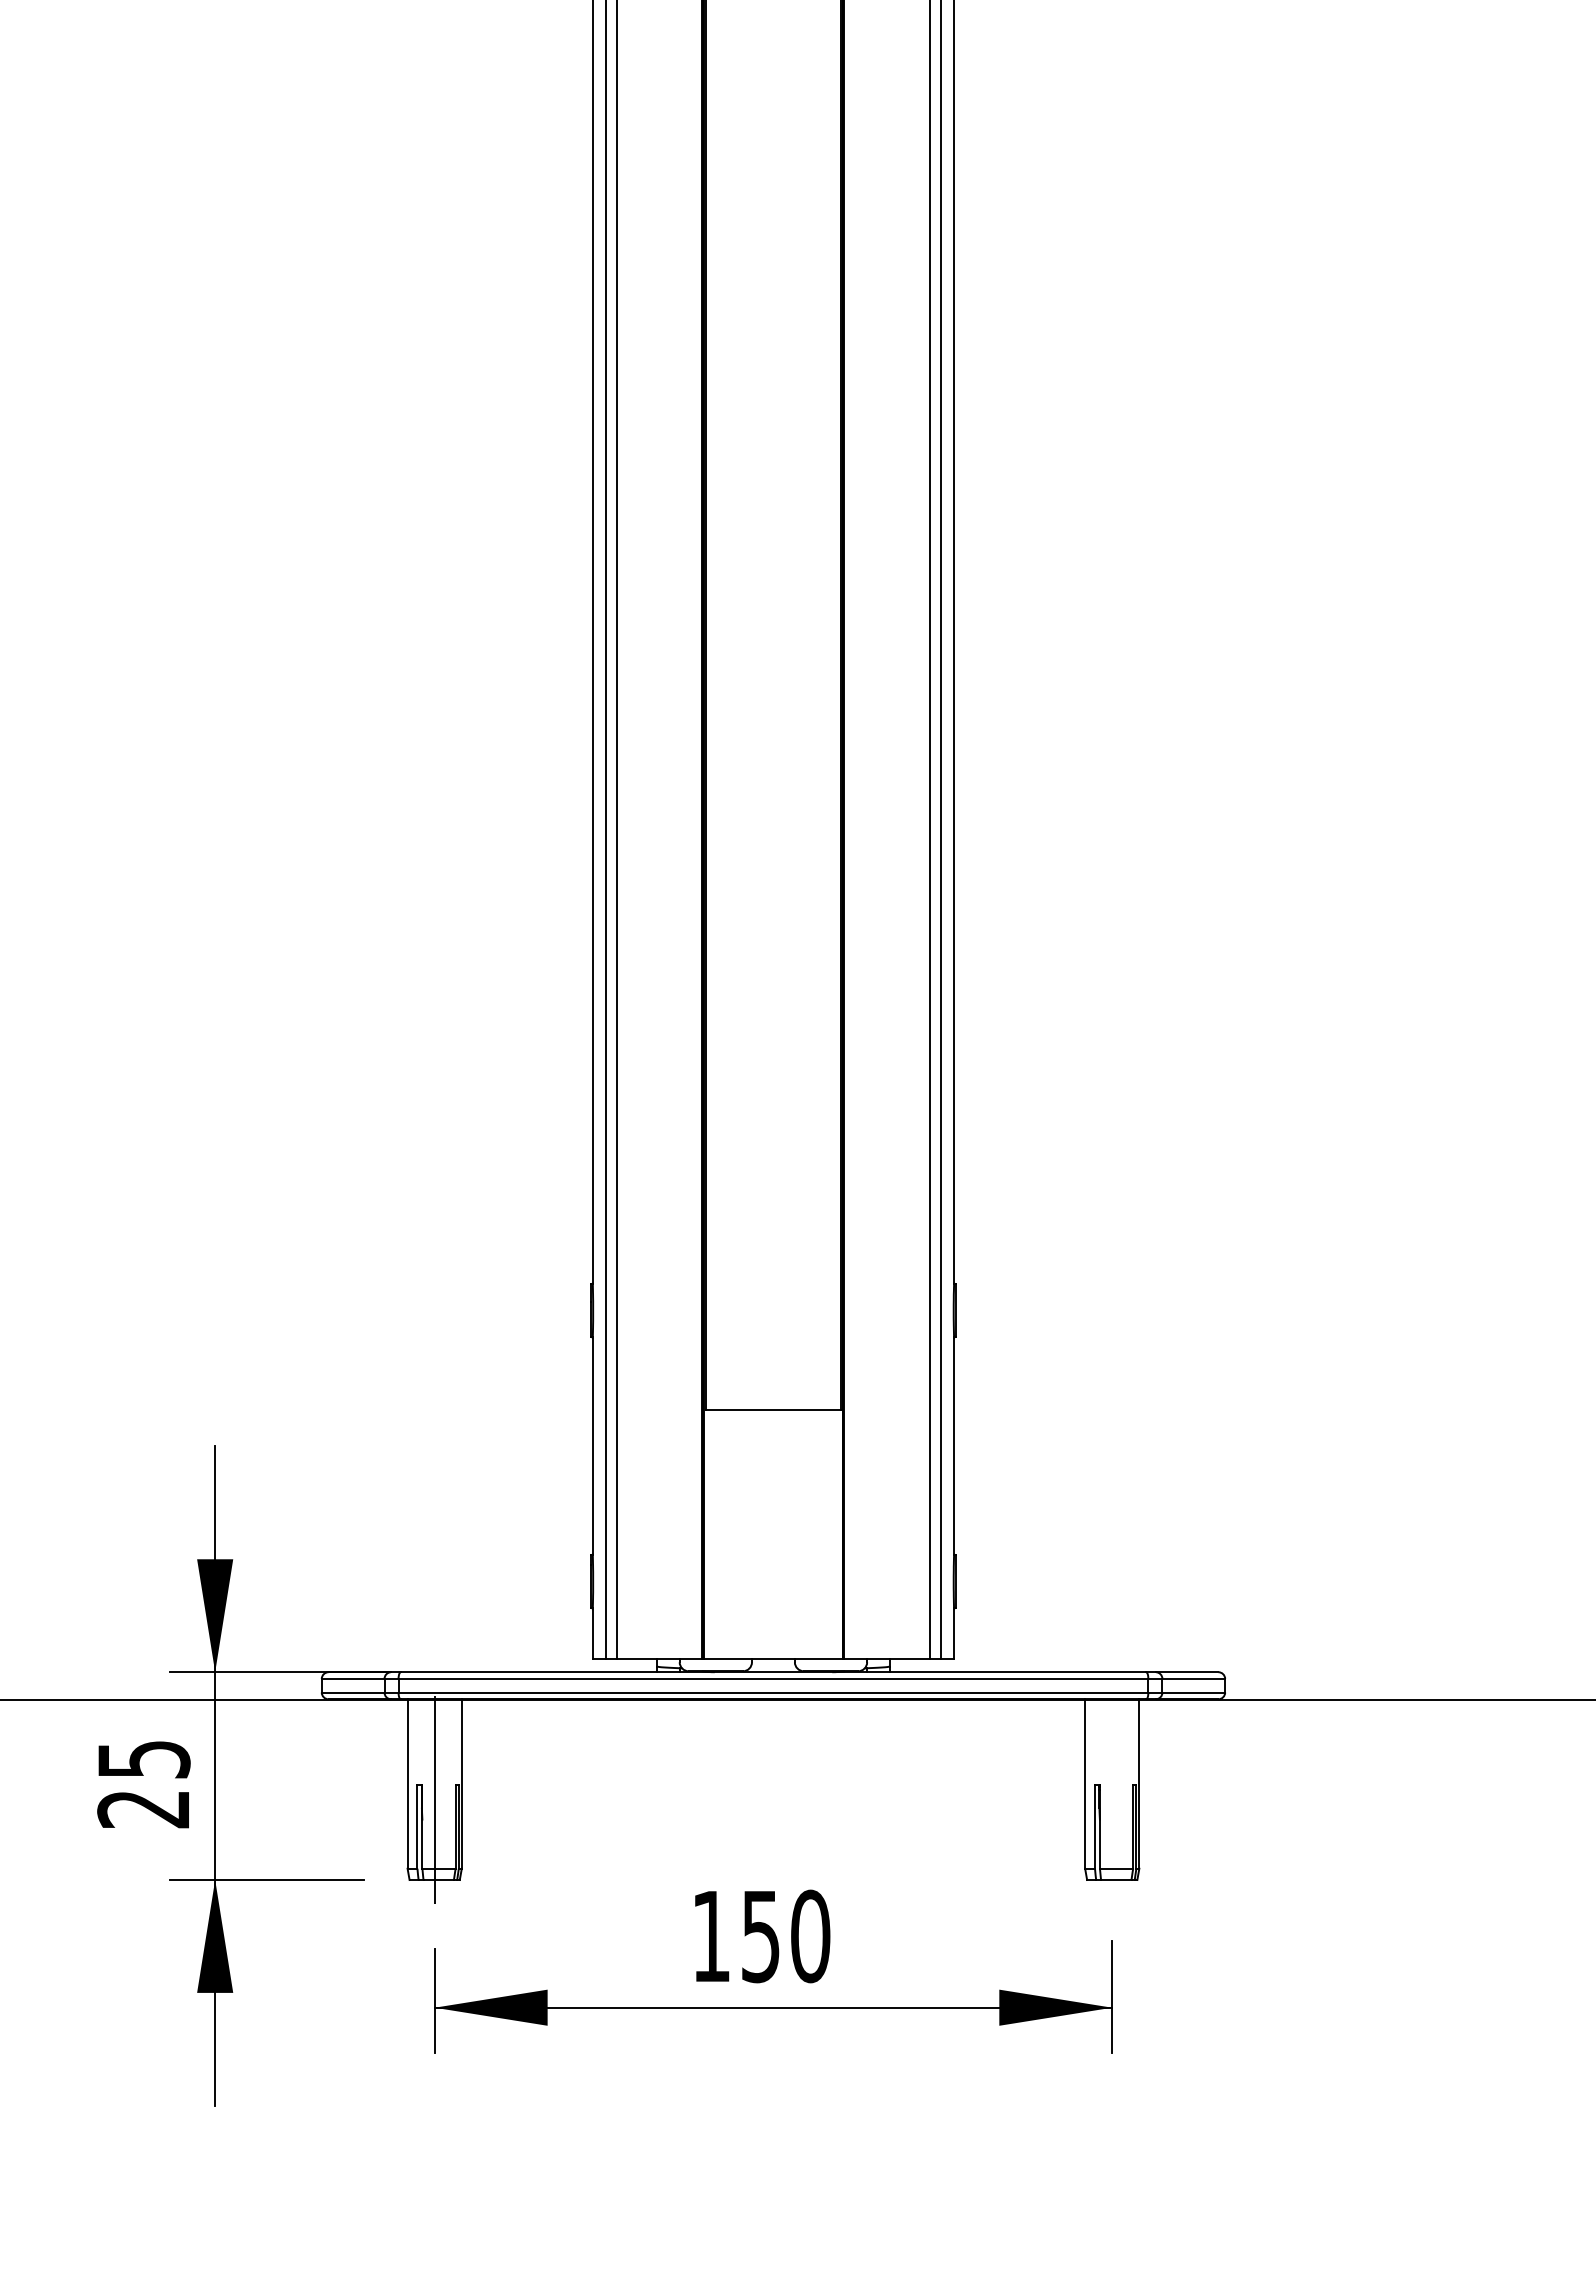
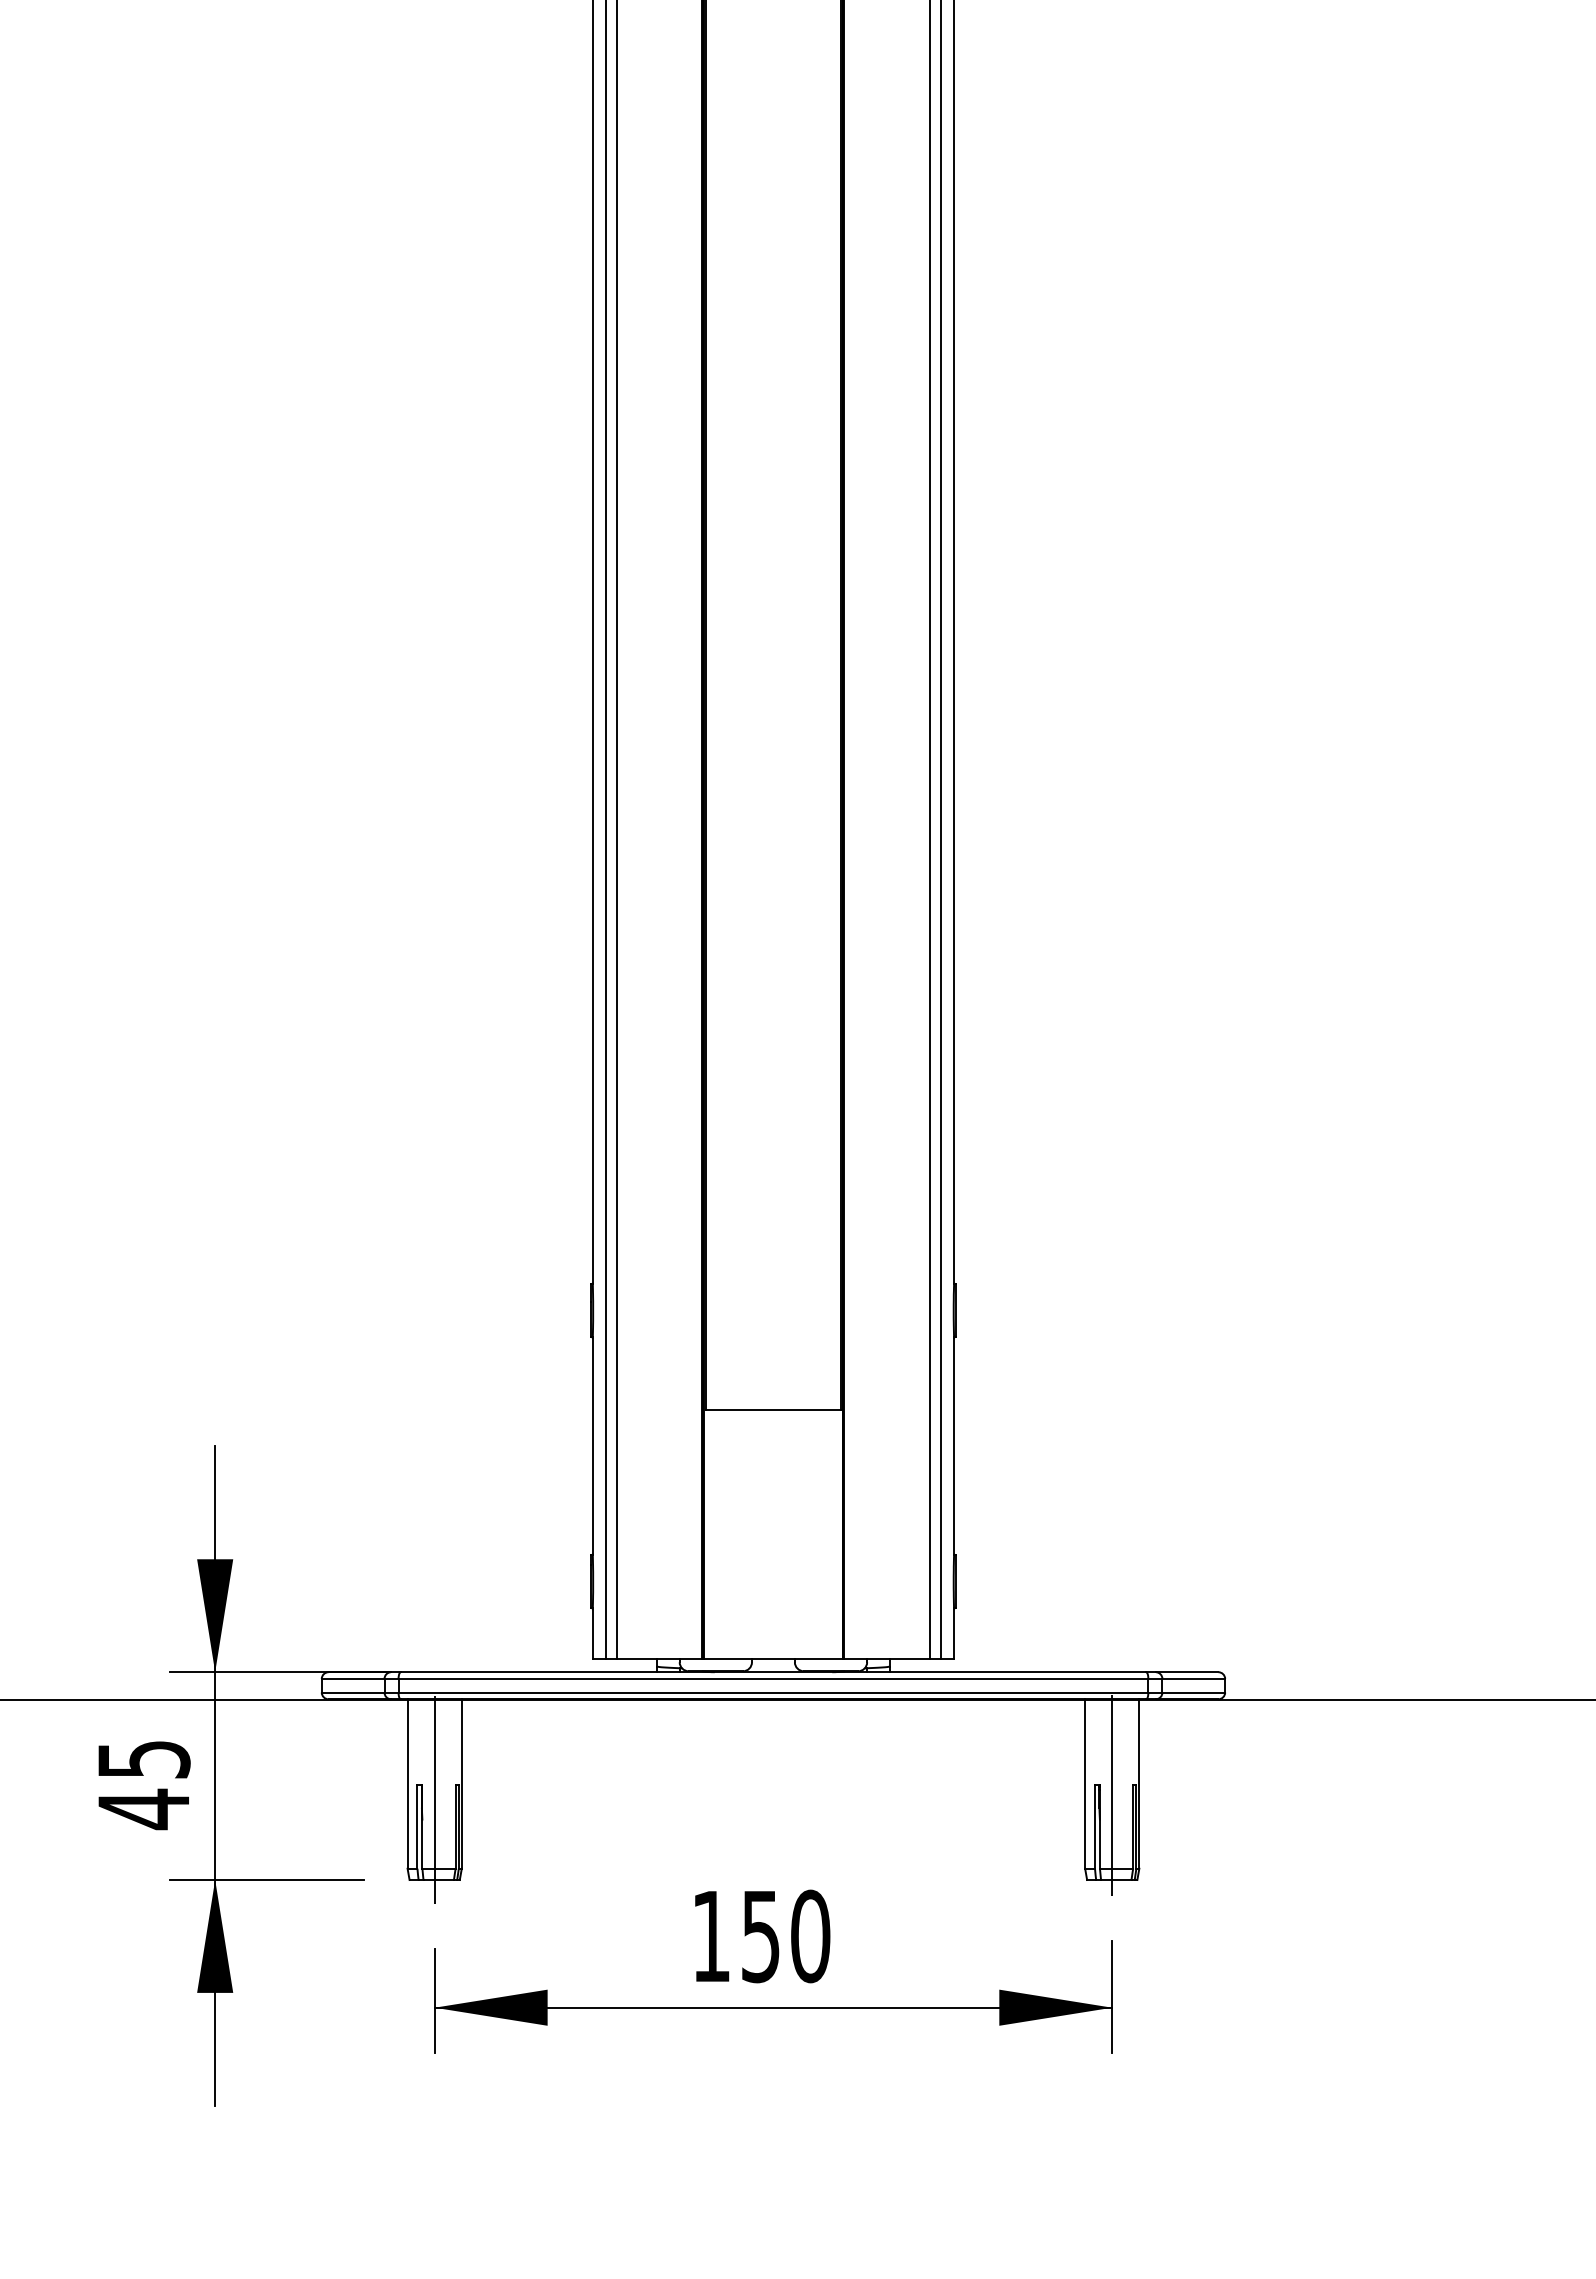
line at (1112, 1794): none -> present
text at (142, 1809): 25 -> 45
